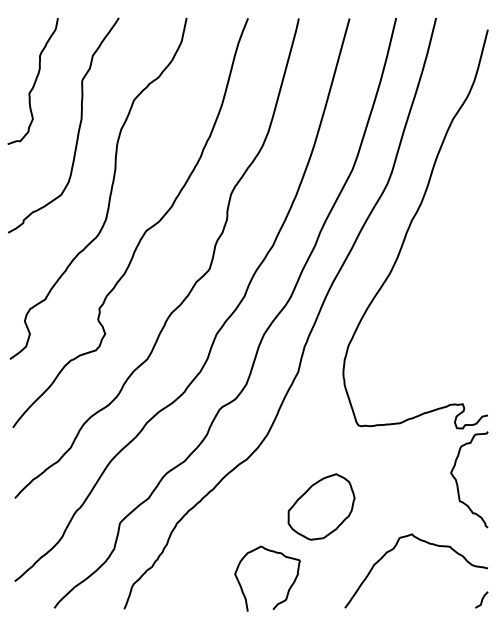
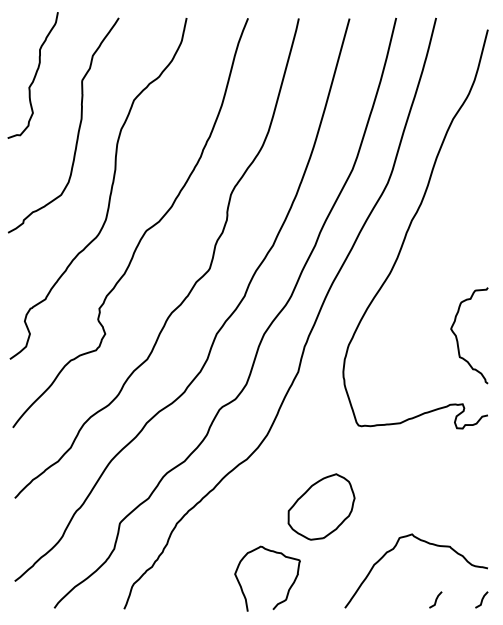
curve at (34, 81) position: (34, 81) -> (34, 75)
curve at (457, 481) position: (457, 481) -> (457, 337)
line at (435, 599): none -> present
